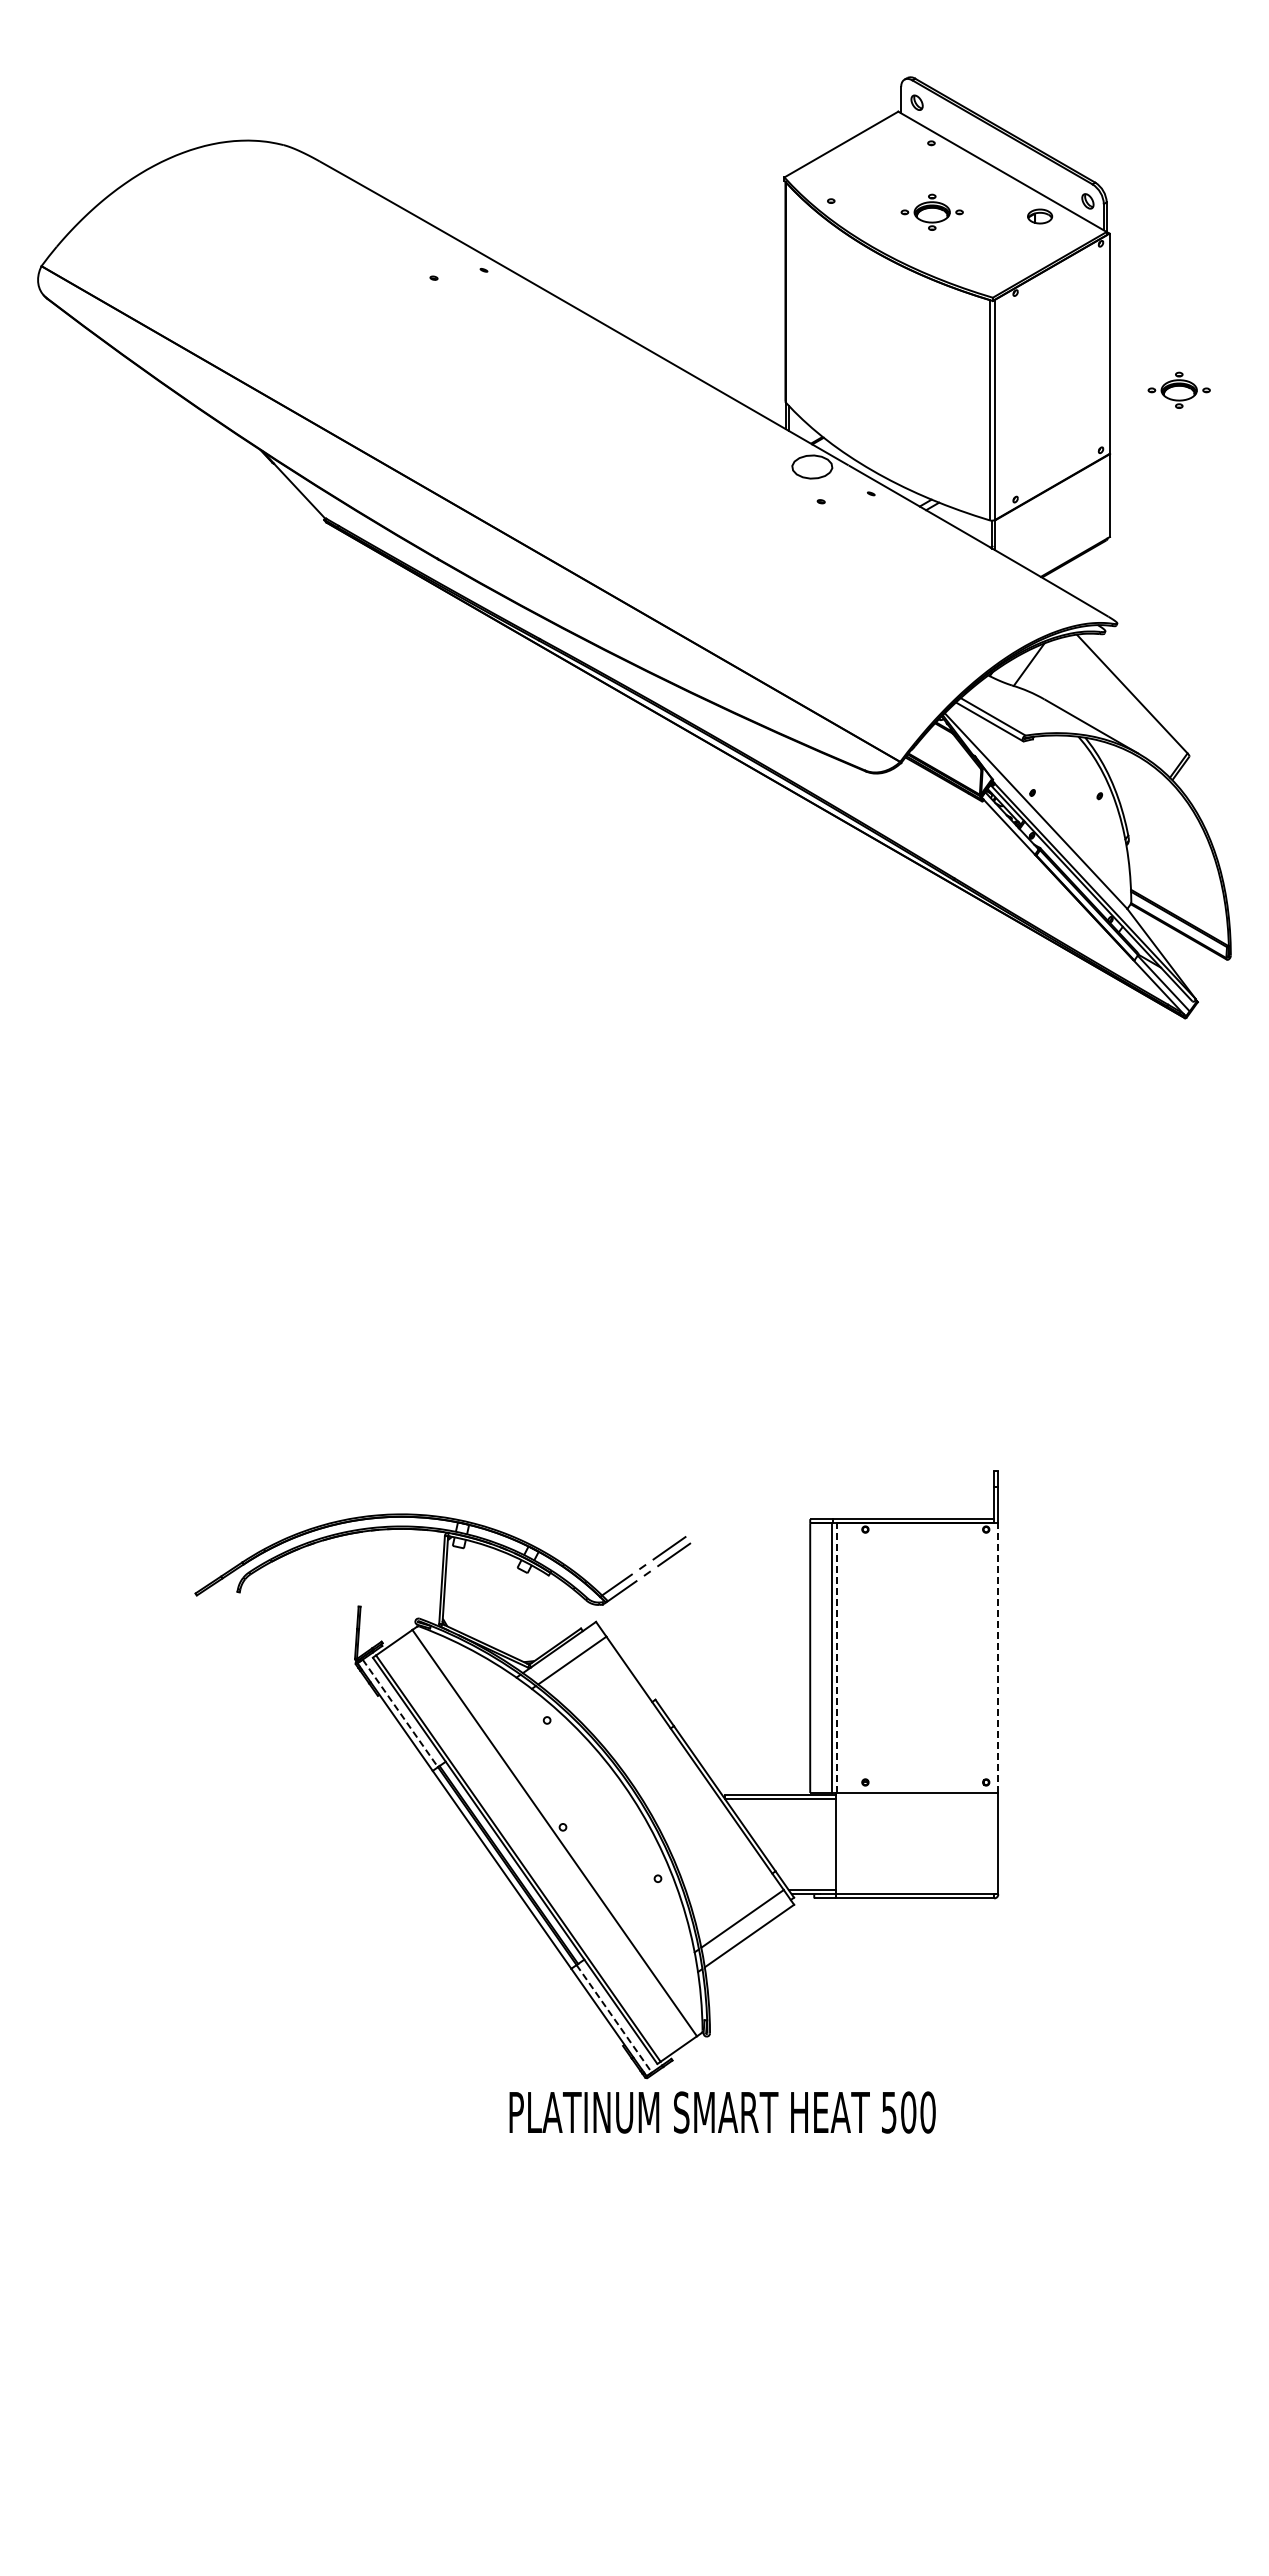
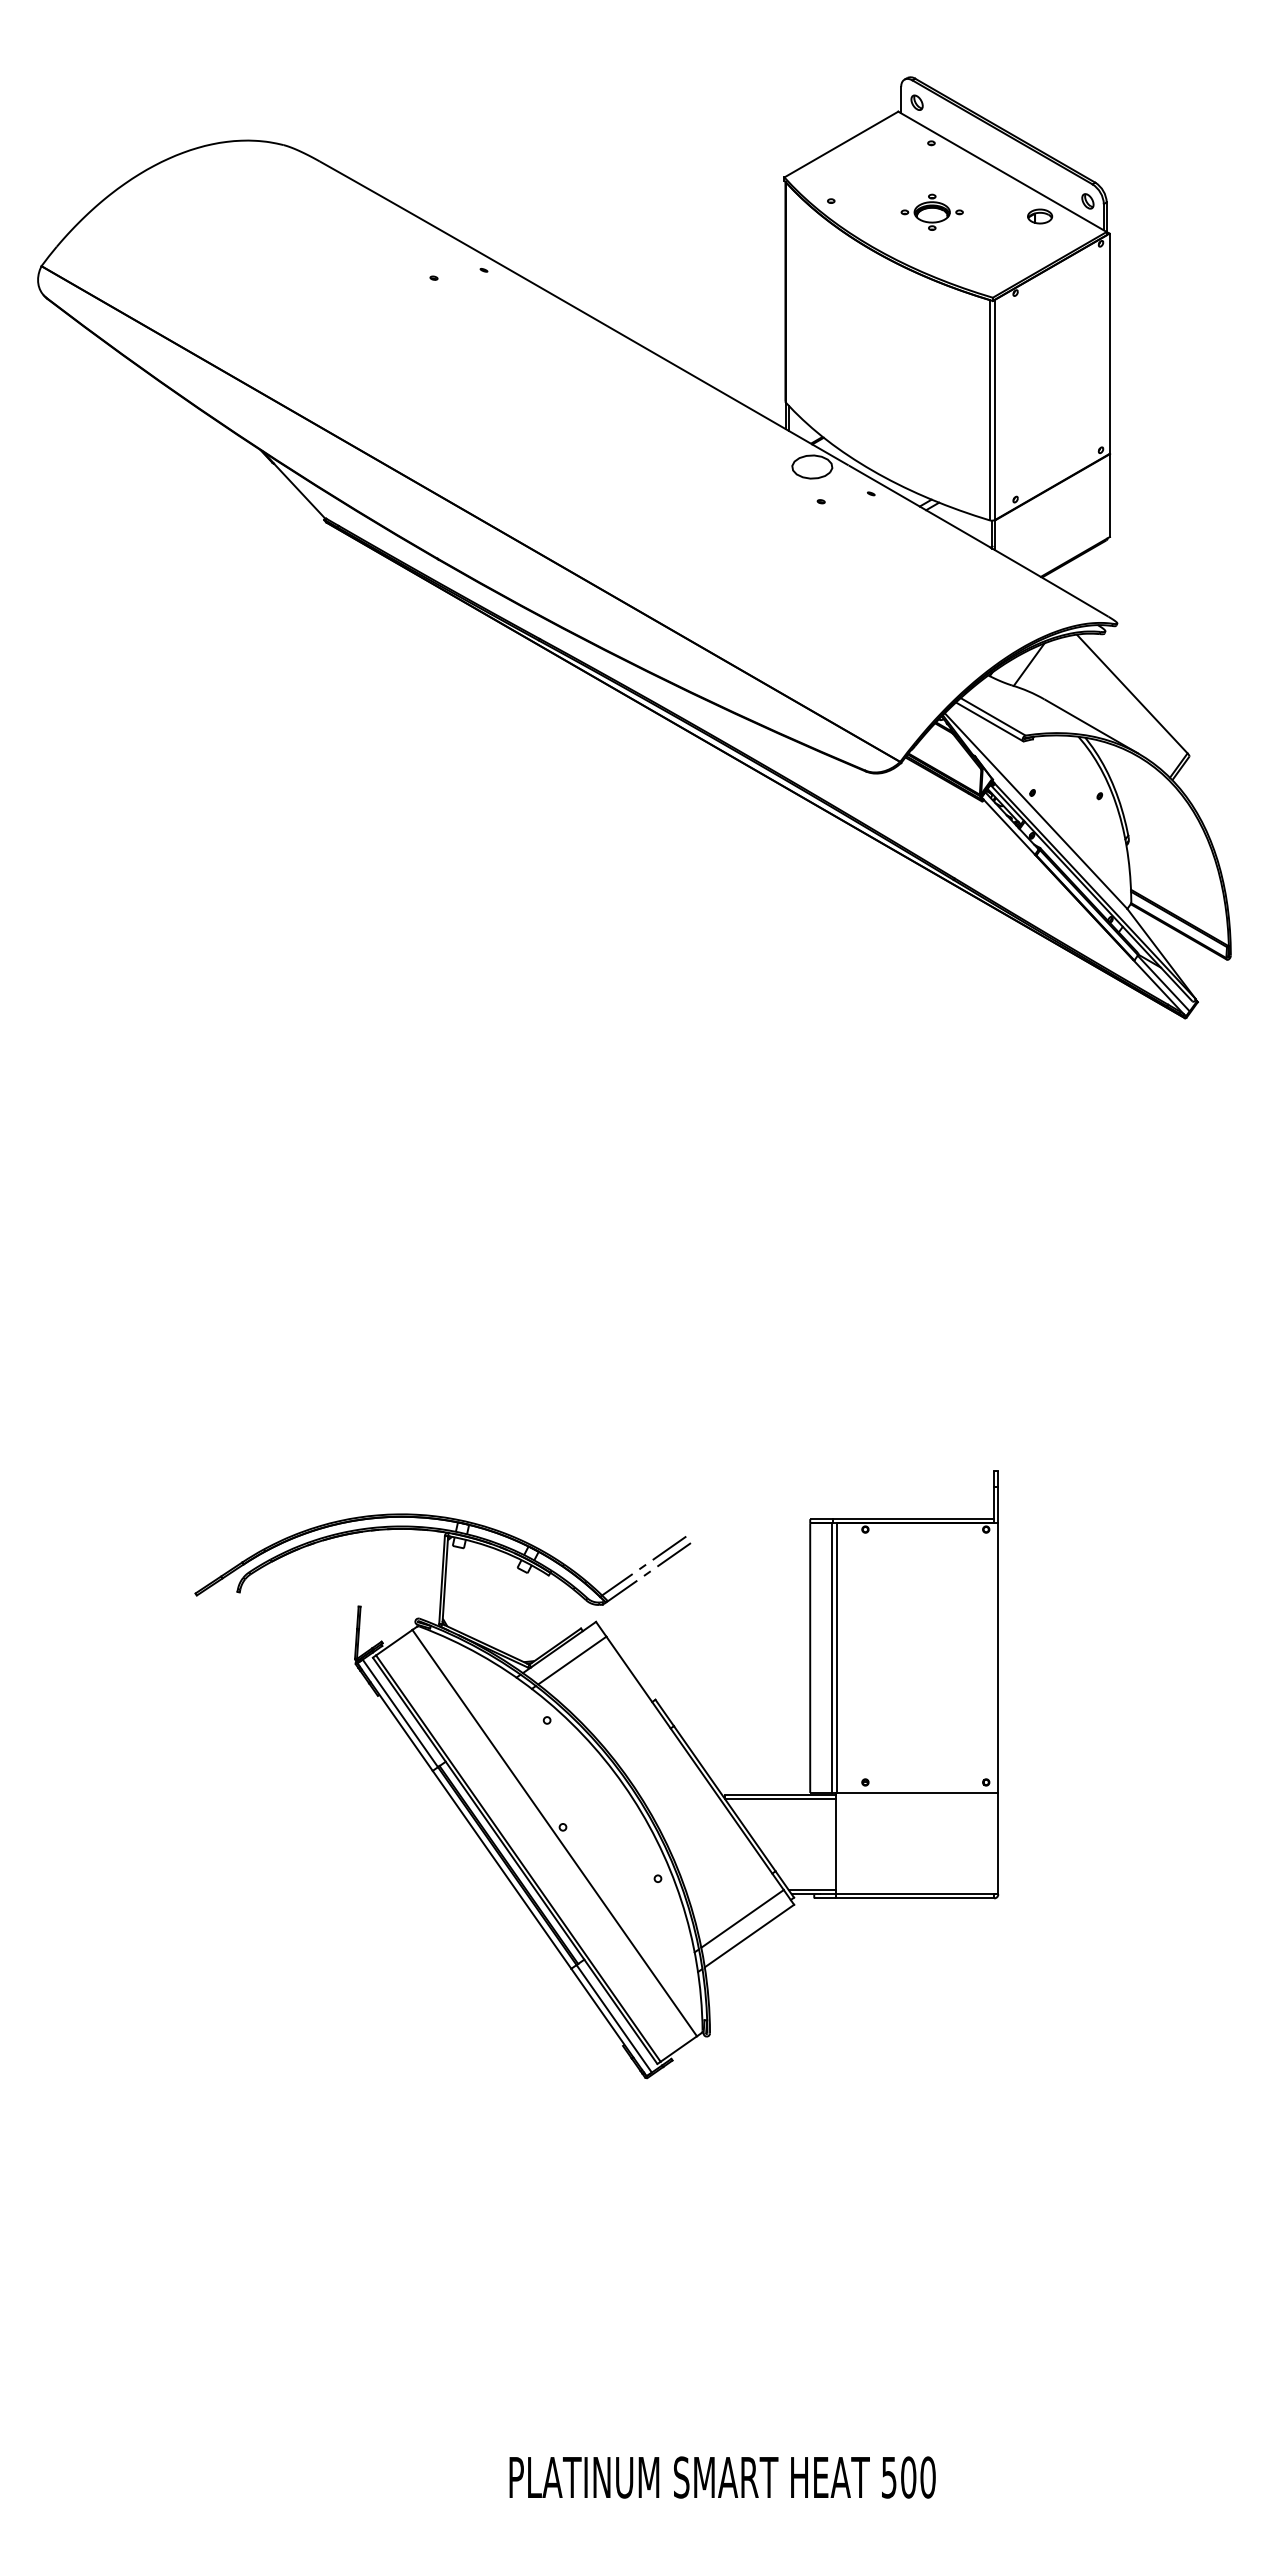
part at (1178, 389): present -> none
line at (836, 1658): dashed -> solid
line at (998, 1658): dashed -> solid
line at (400, 1713): dashed -> solid
line at (614, 2018): dashed -> solid
text at (722, 2112) position: (722, 2112) -> (722, 2477)
